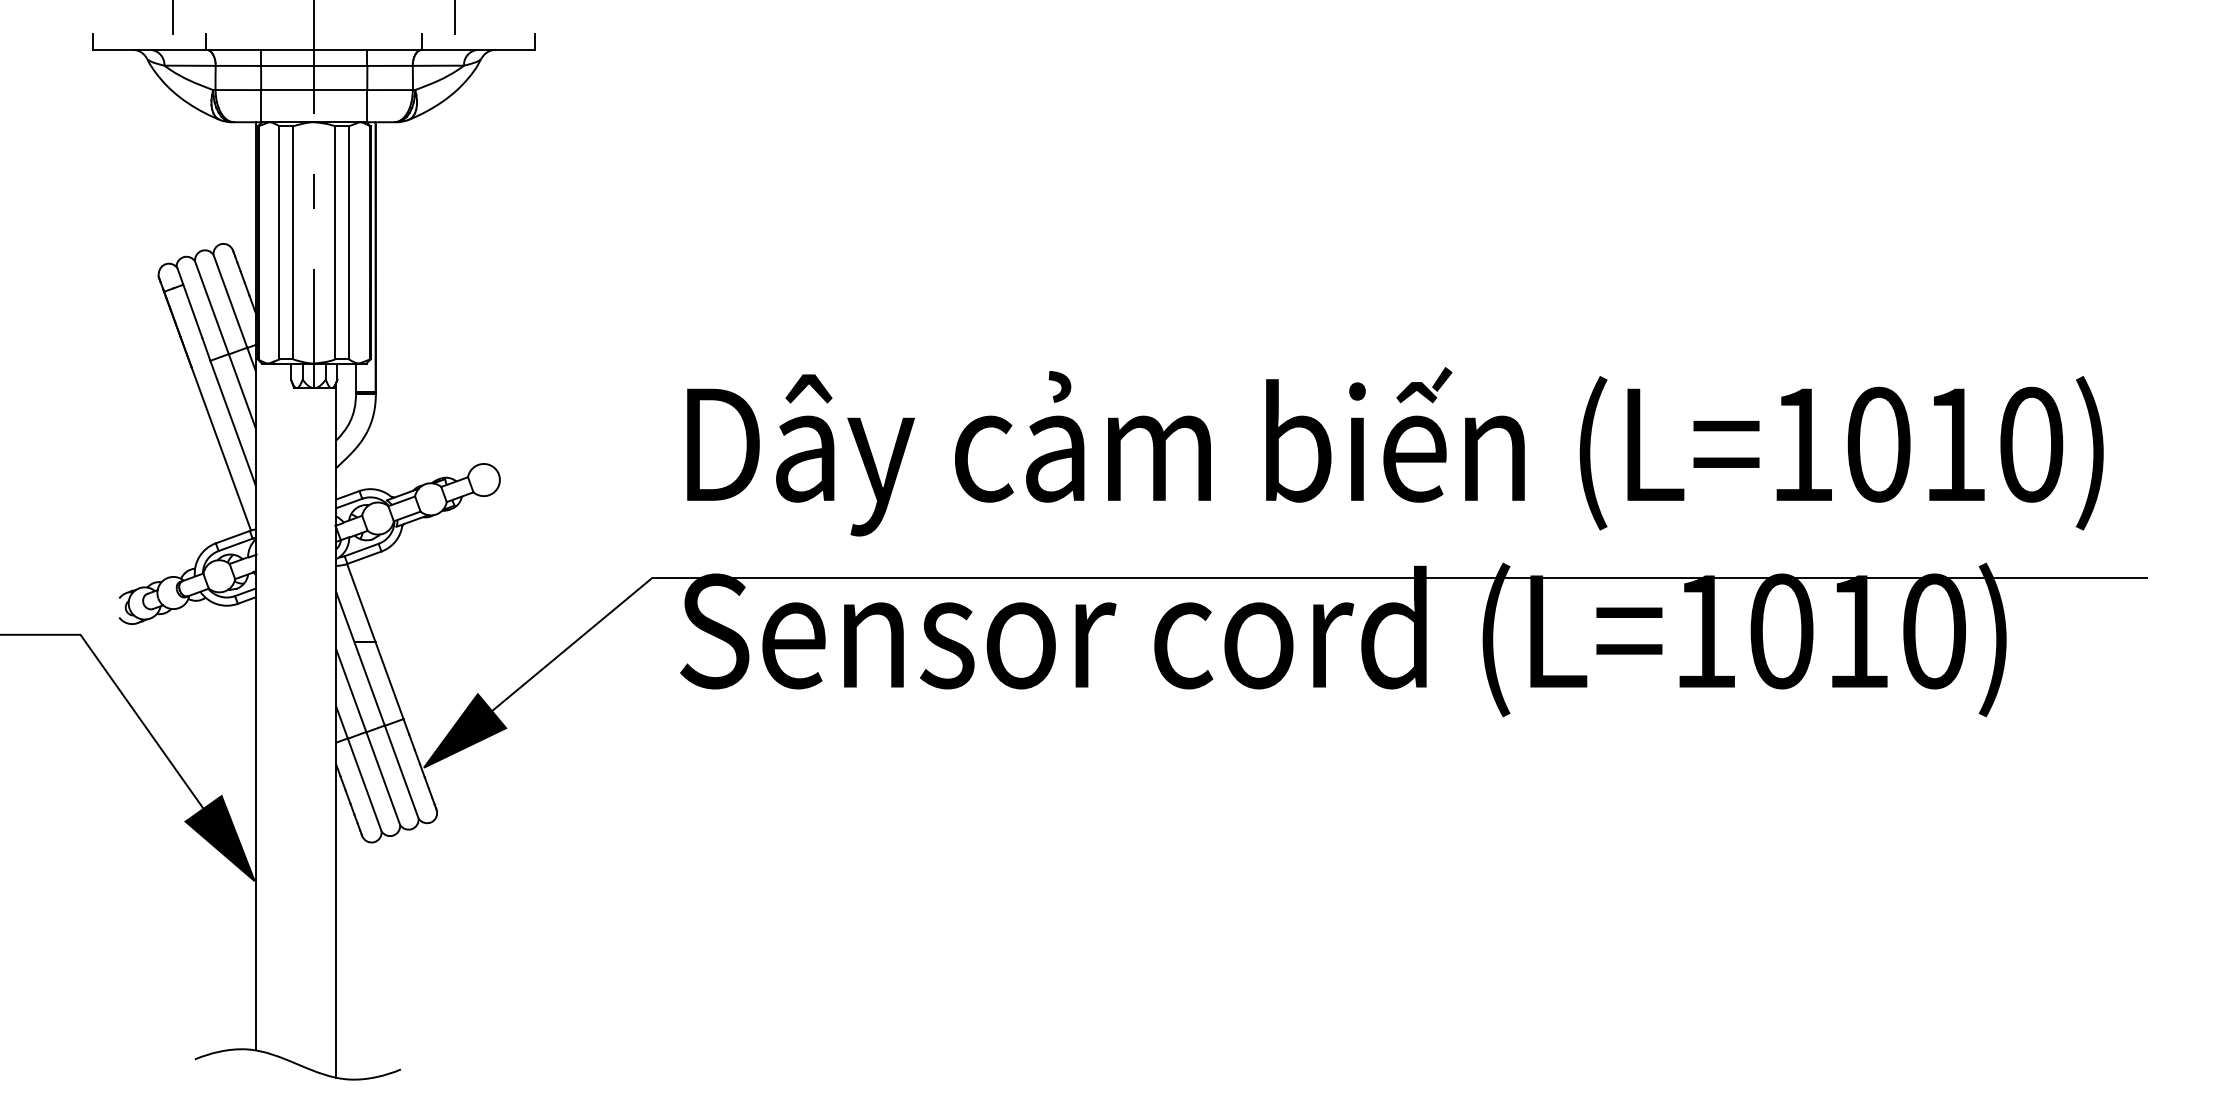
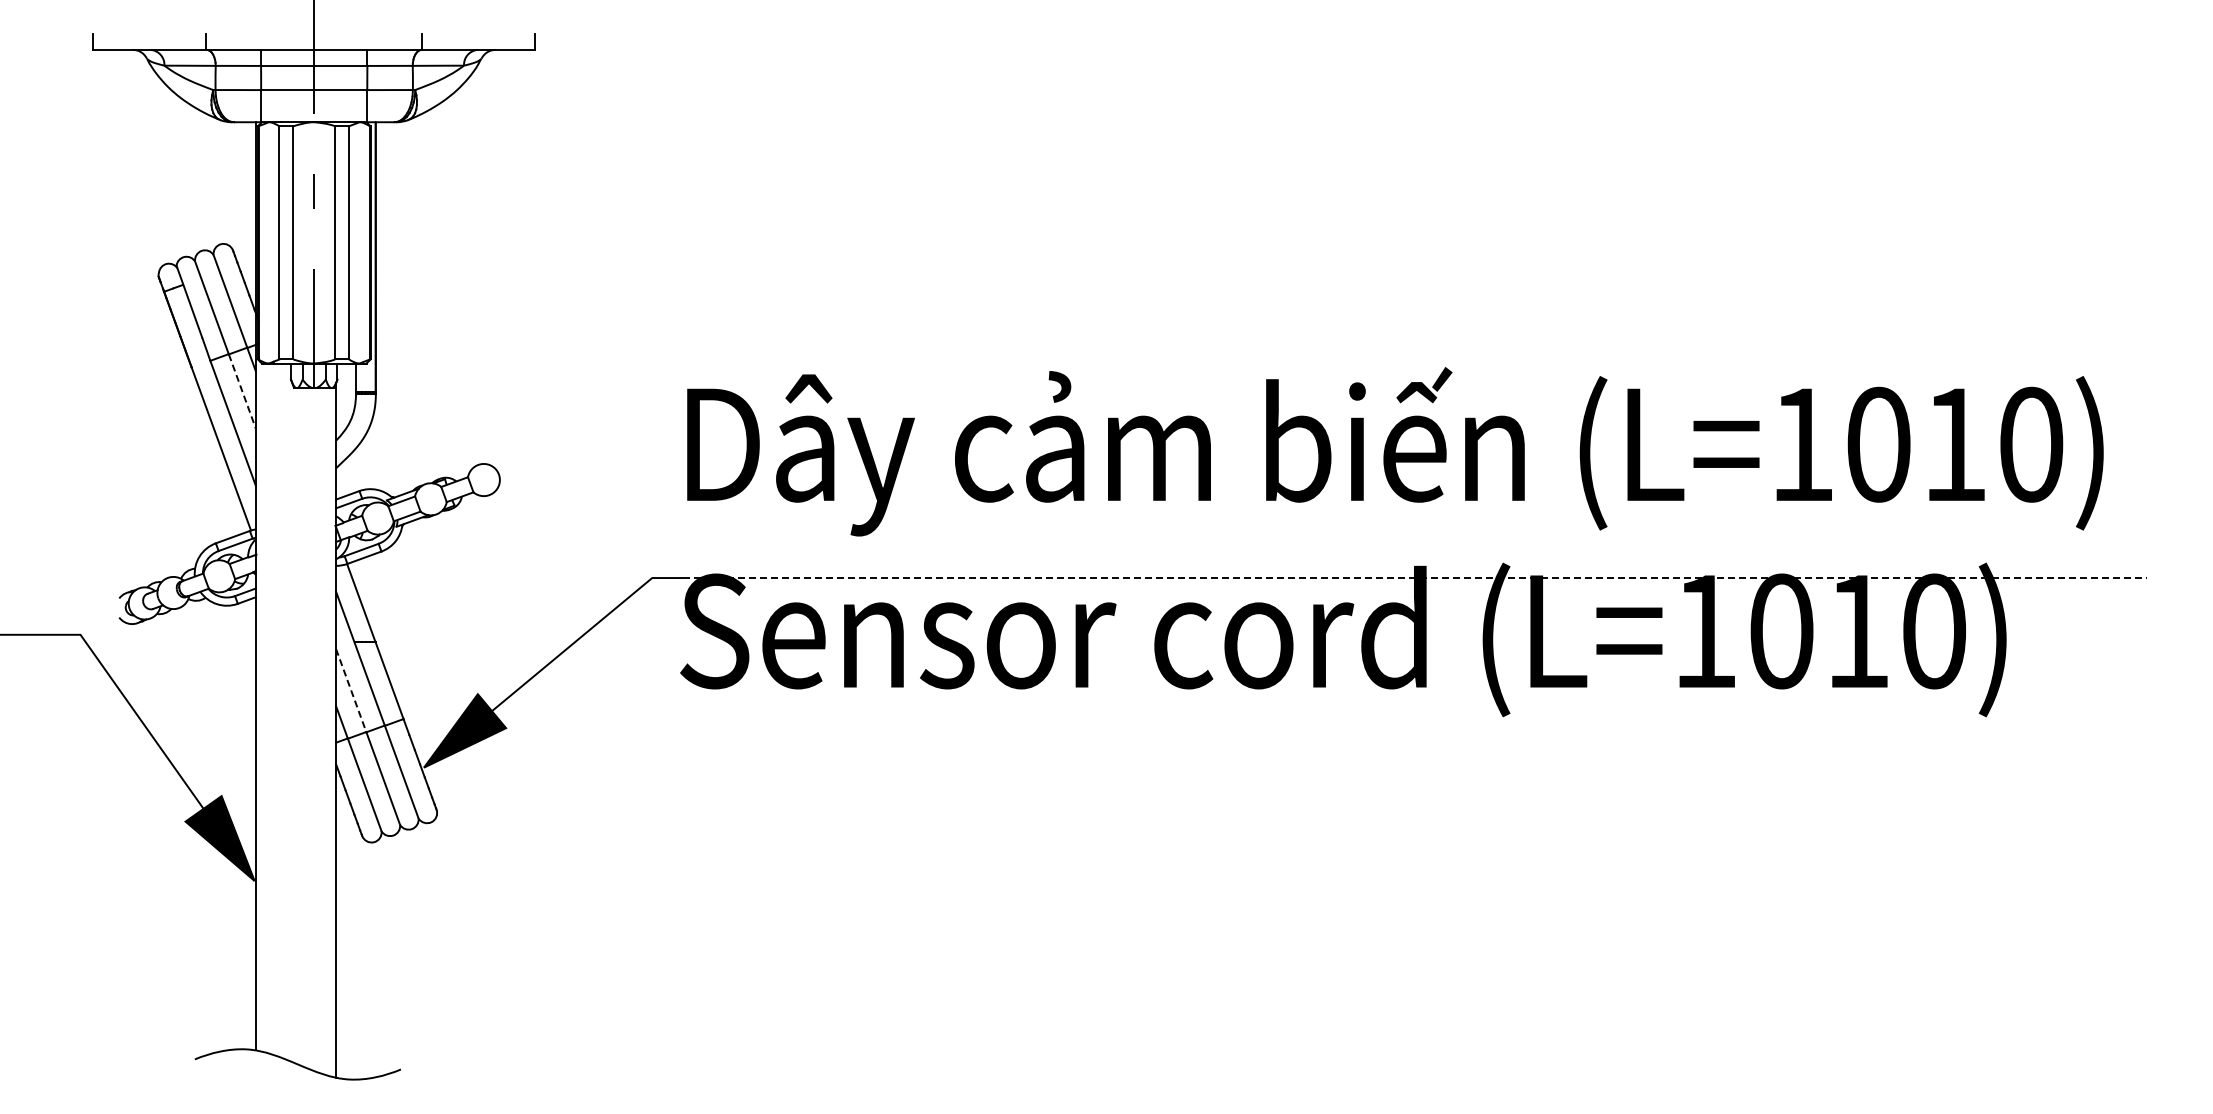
line at (173, 17): present -> none
line at (454, 17): present -> none
line at (242, 391): solid -> dashed
line at (1414, 578): solid -> dashed
line at (351, 691): solid -> dashed
